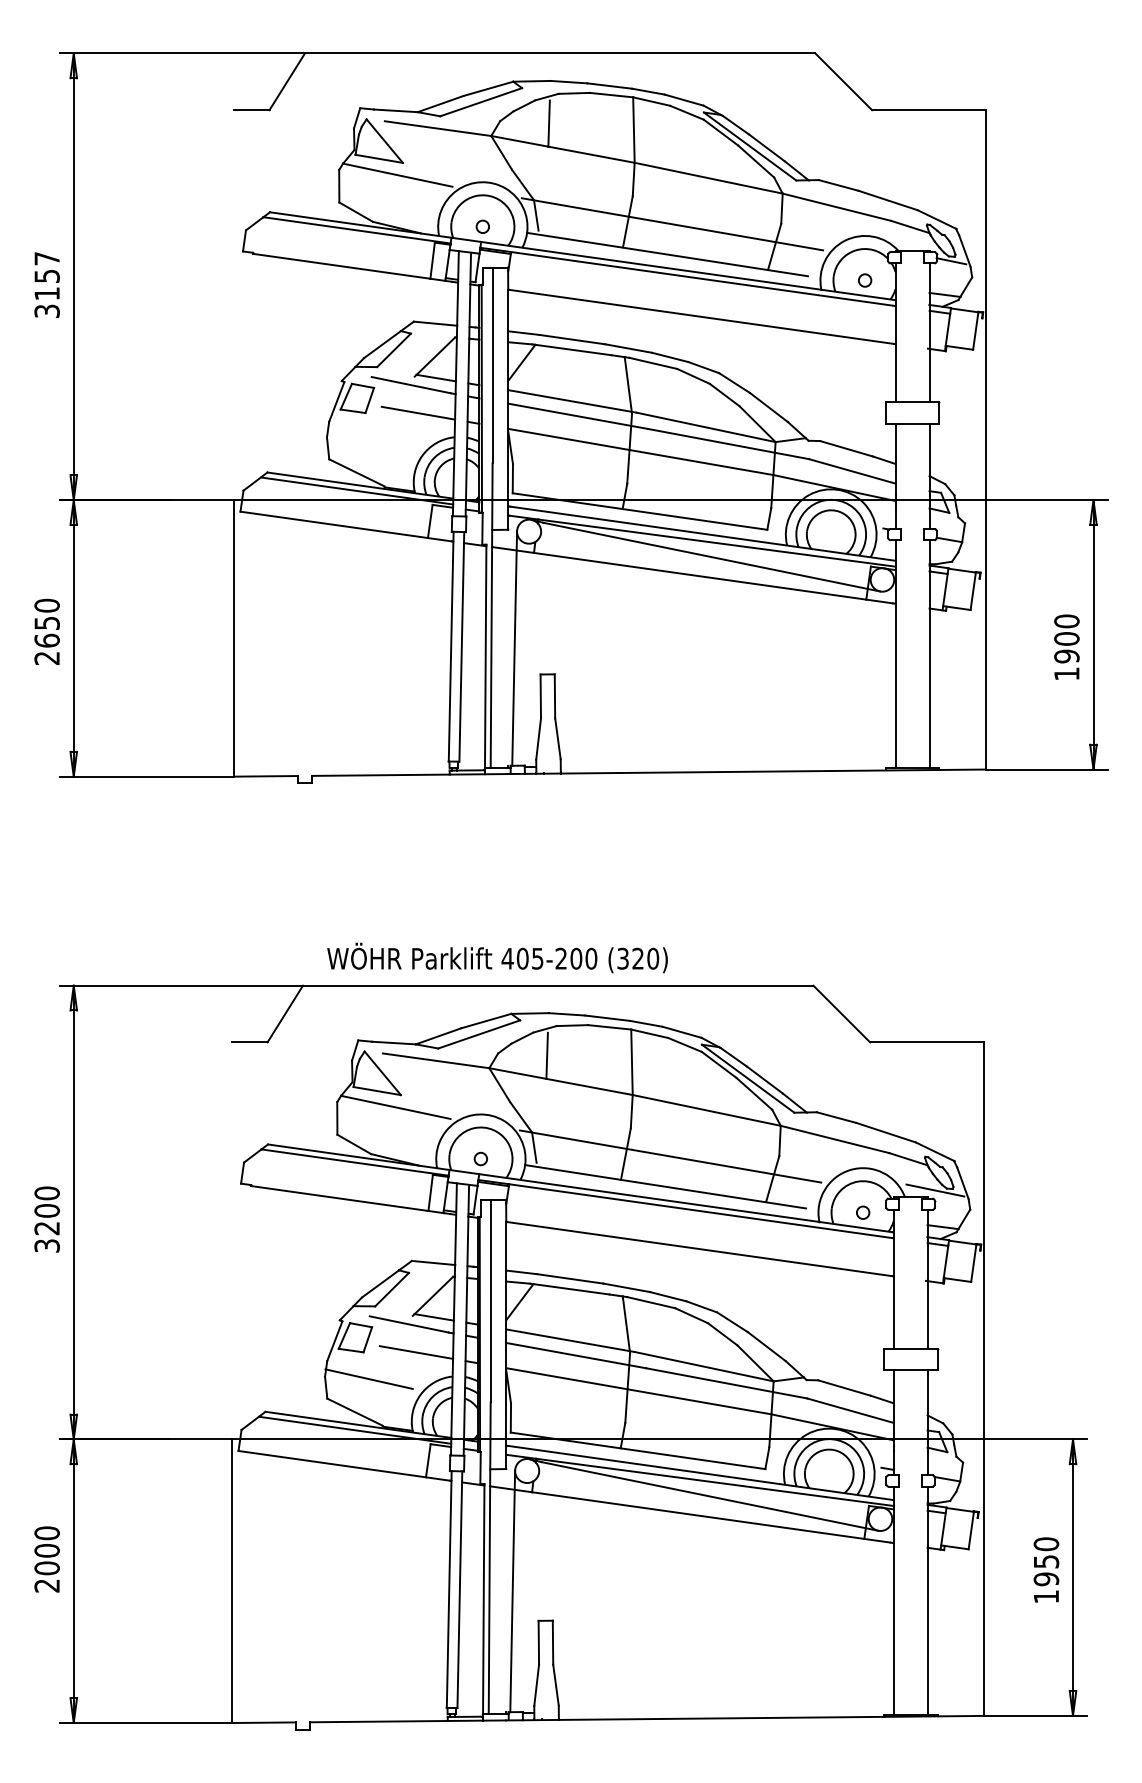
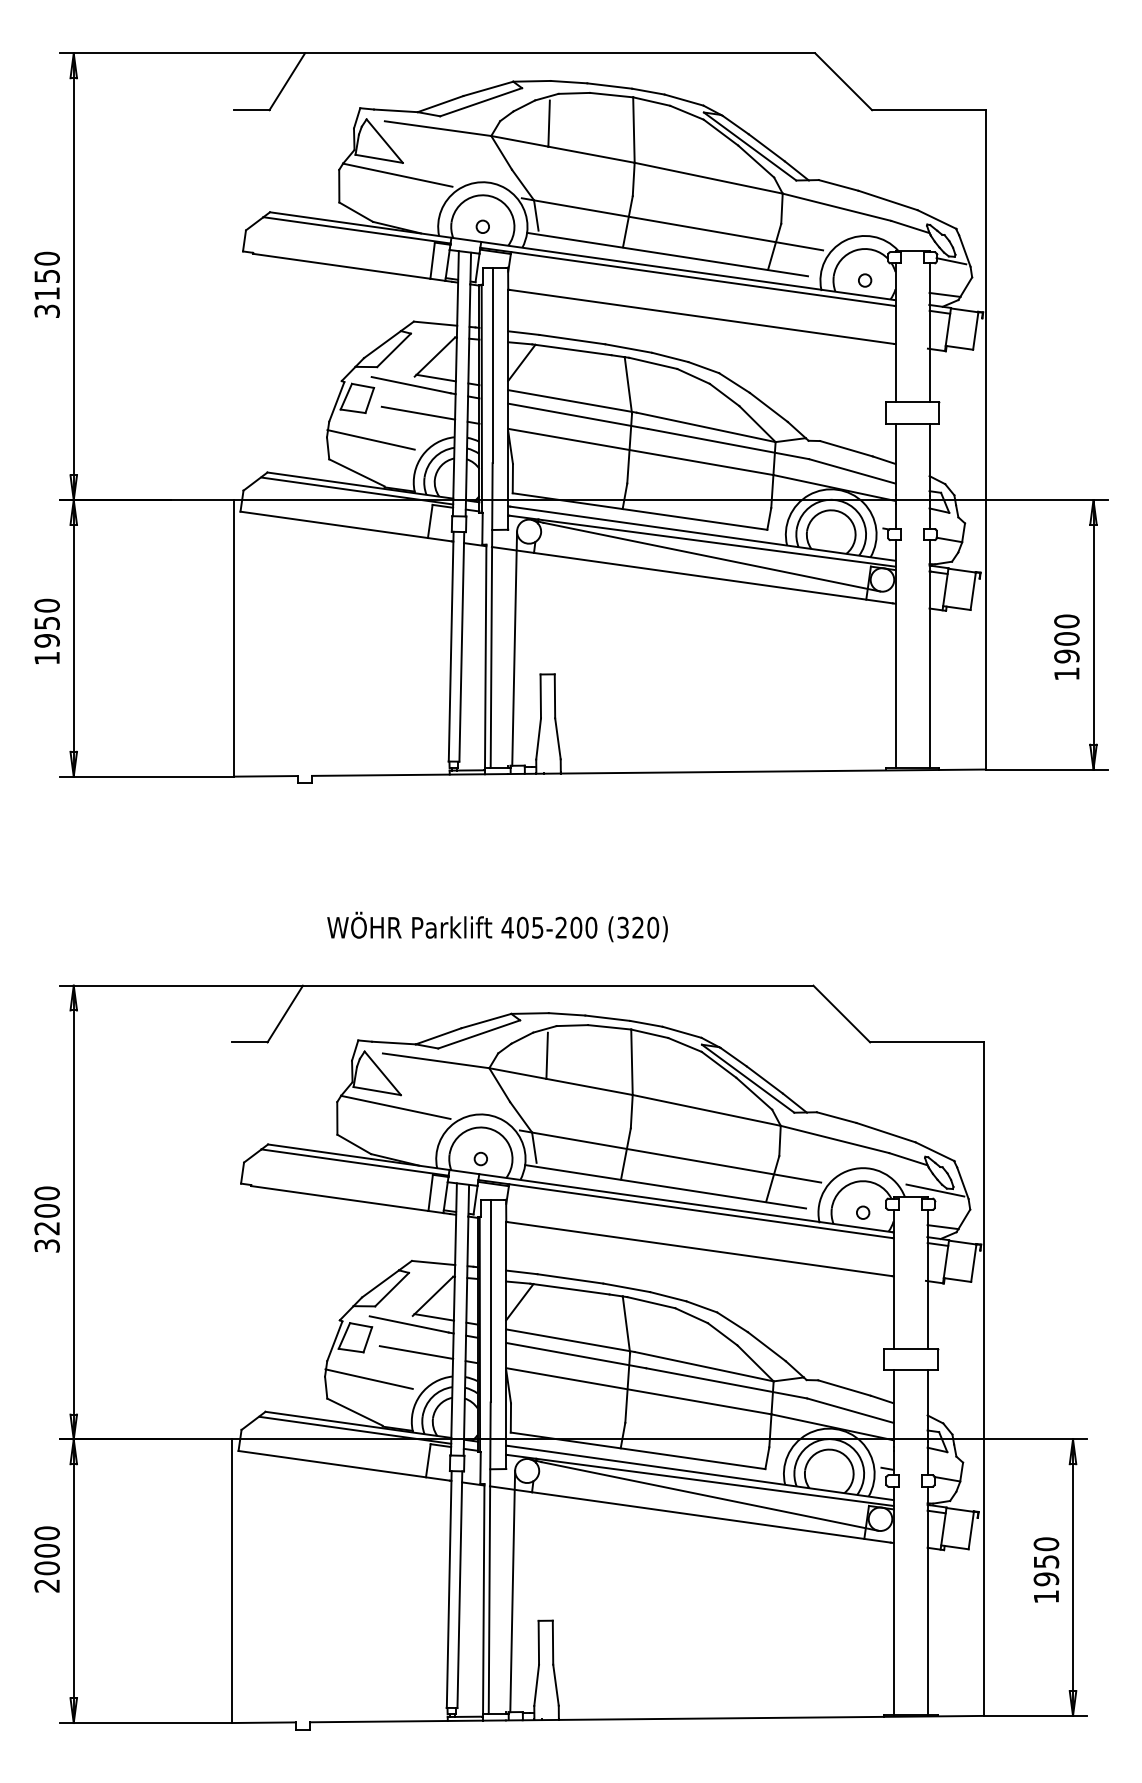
text at (46, 258): 3157 -> 3150
line at (370, 439): none -> present
text at (46, 648): 2650 -> 1950
text at (497, 957) position: (497, 957) -> (497, 926)
